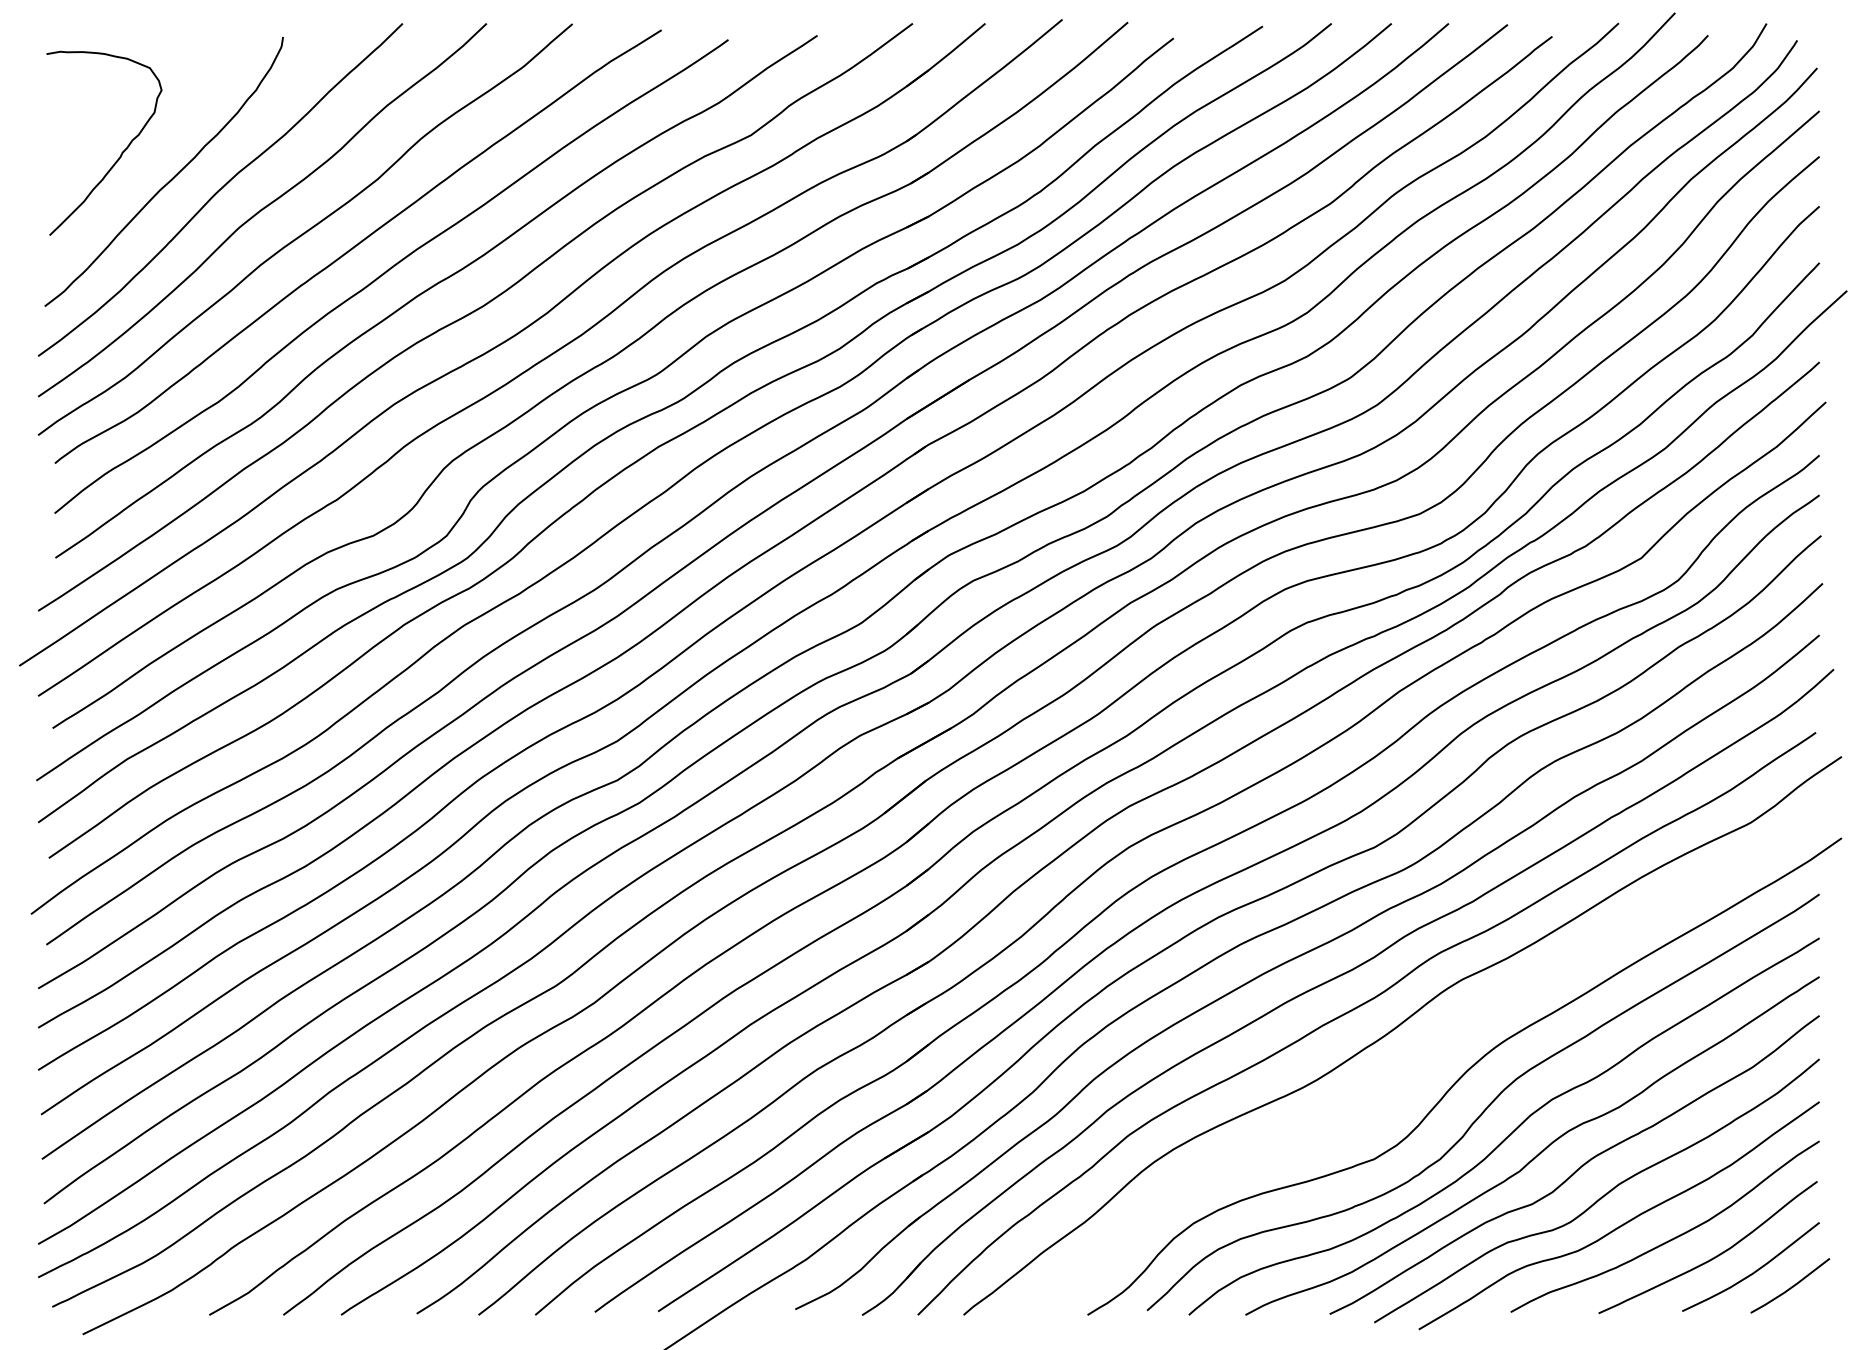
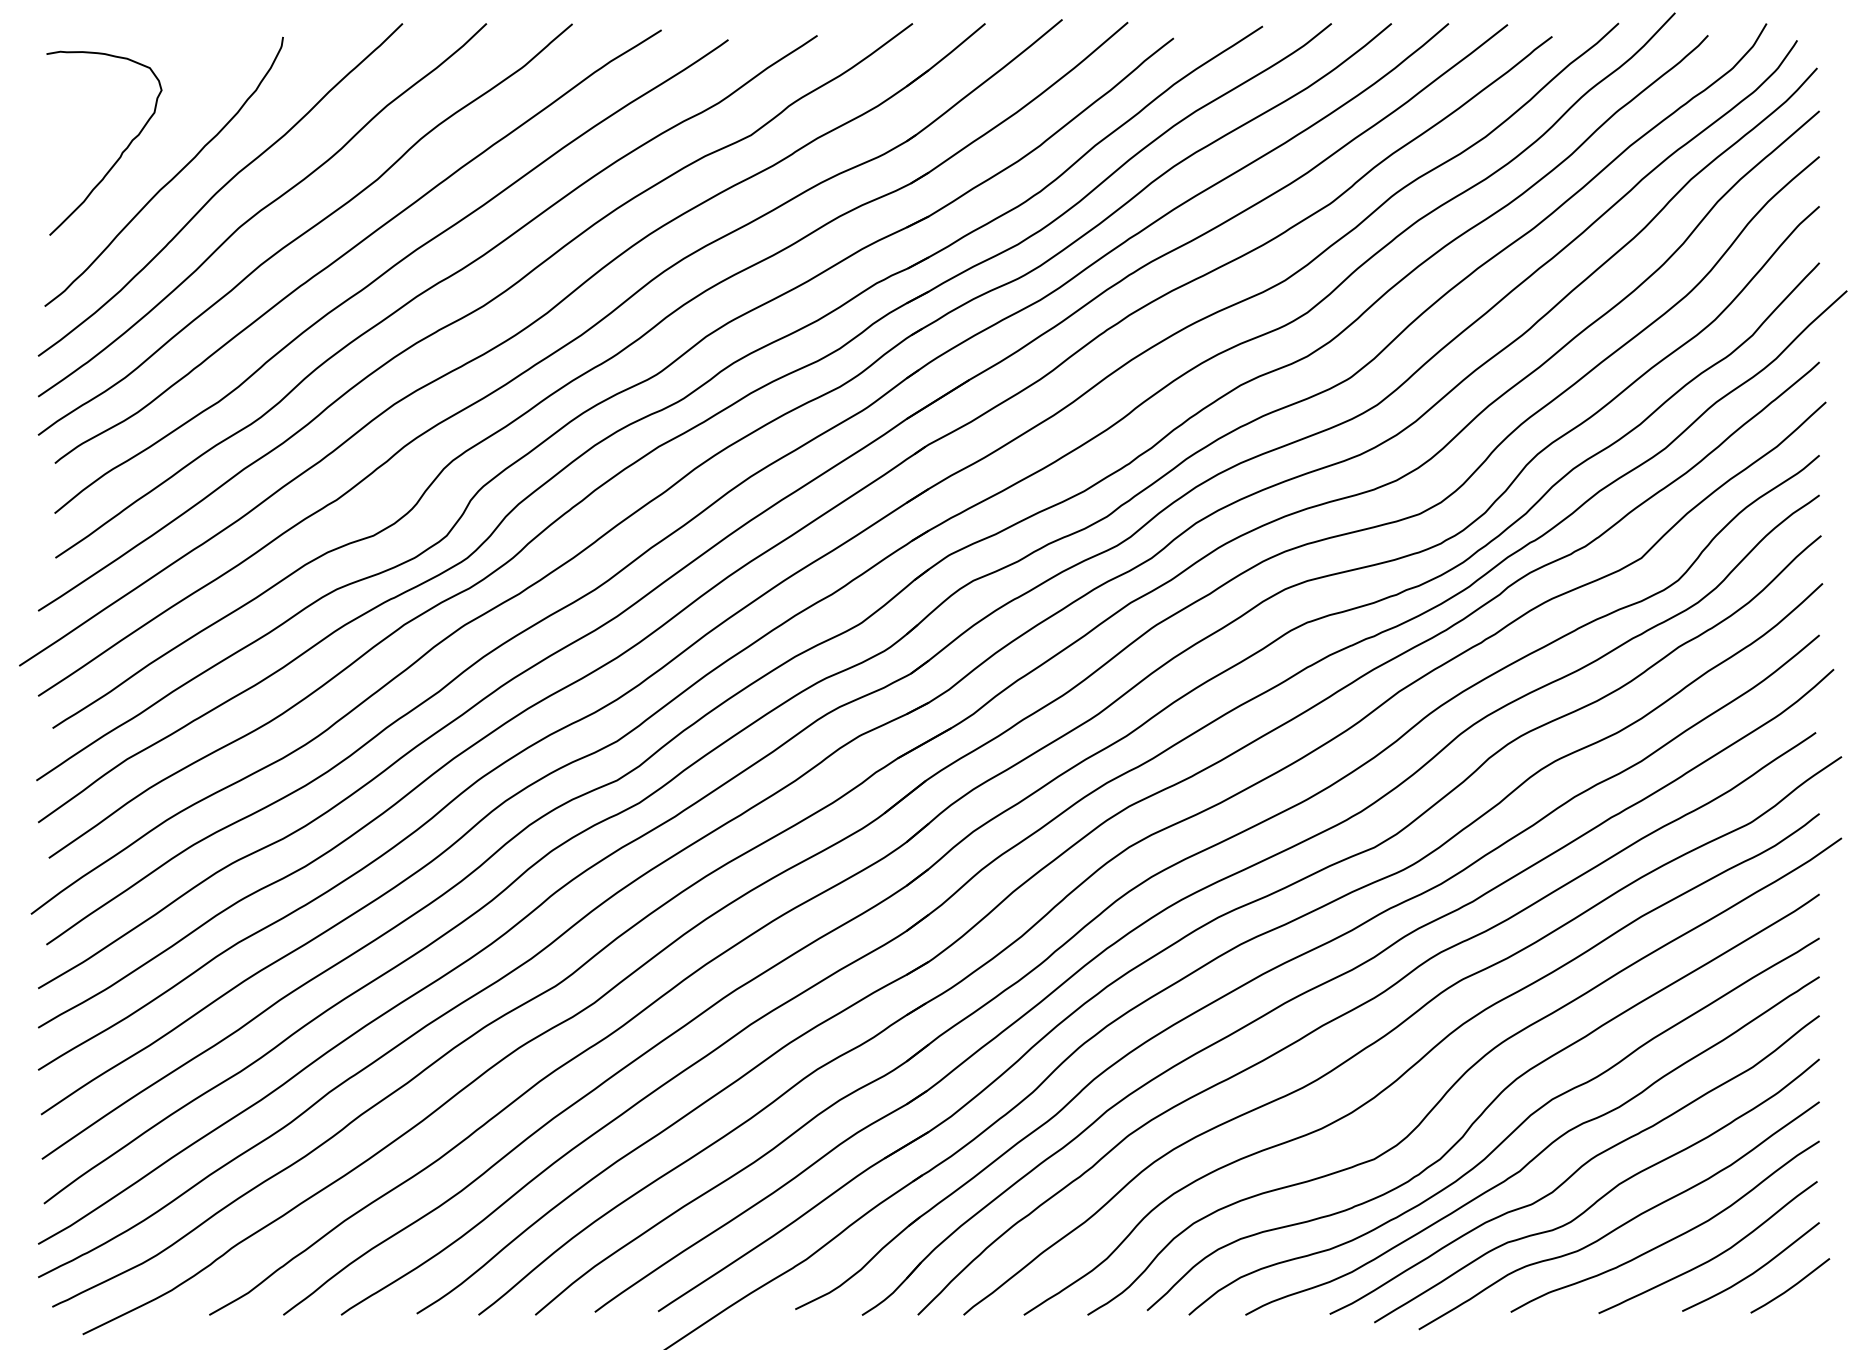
curve at (1420, 1061): none -> present
